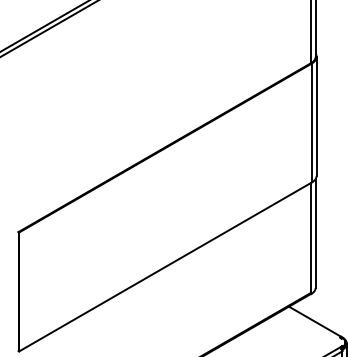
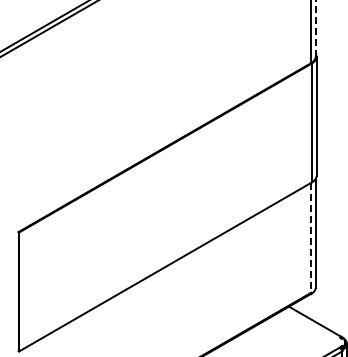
line at (315, 28): solid -> dashed
line at (311, 237): solid -> dashed
